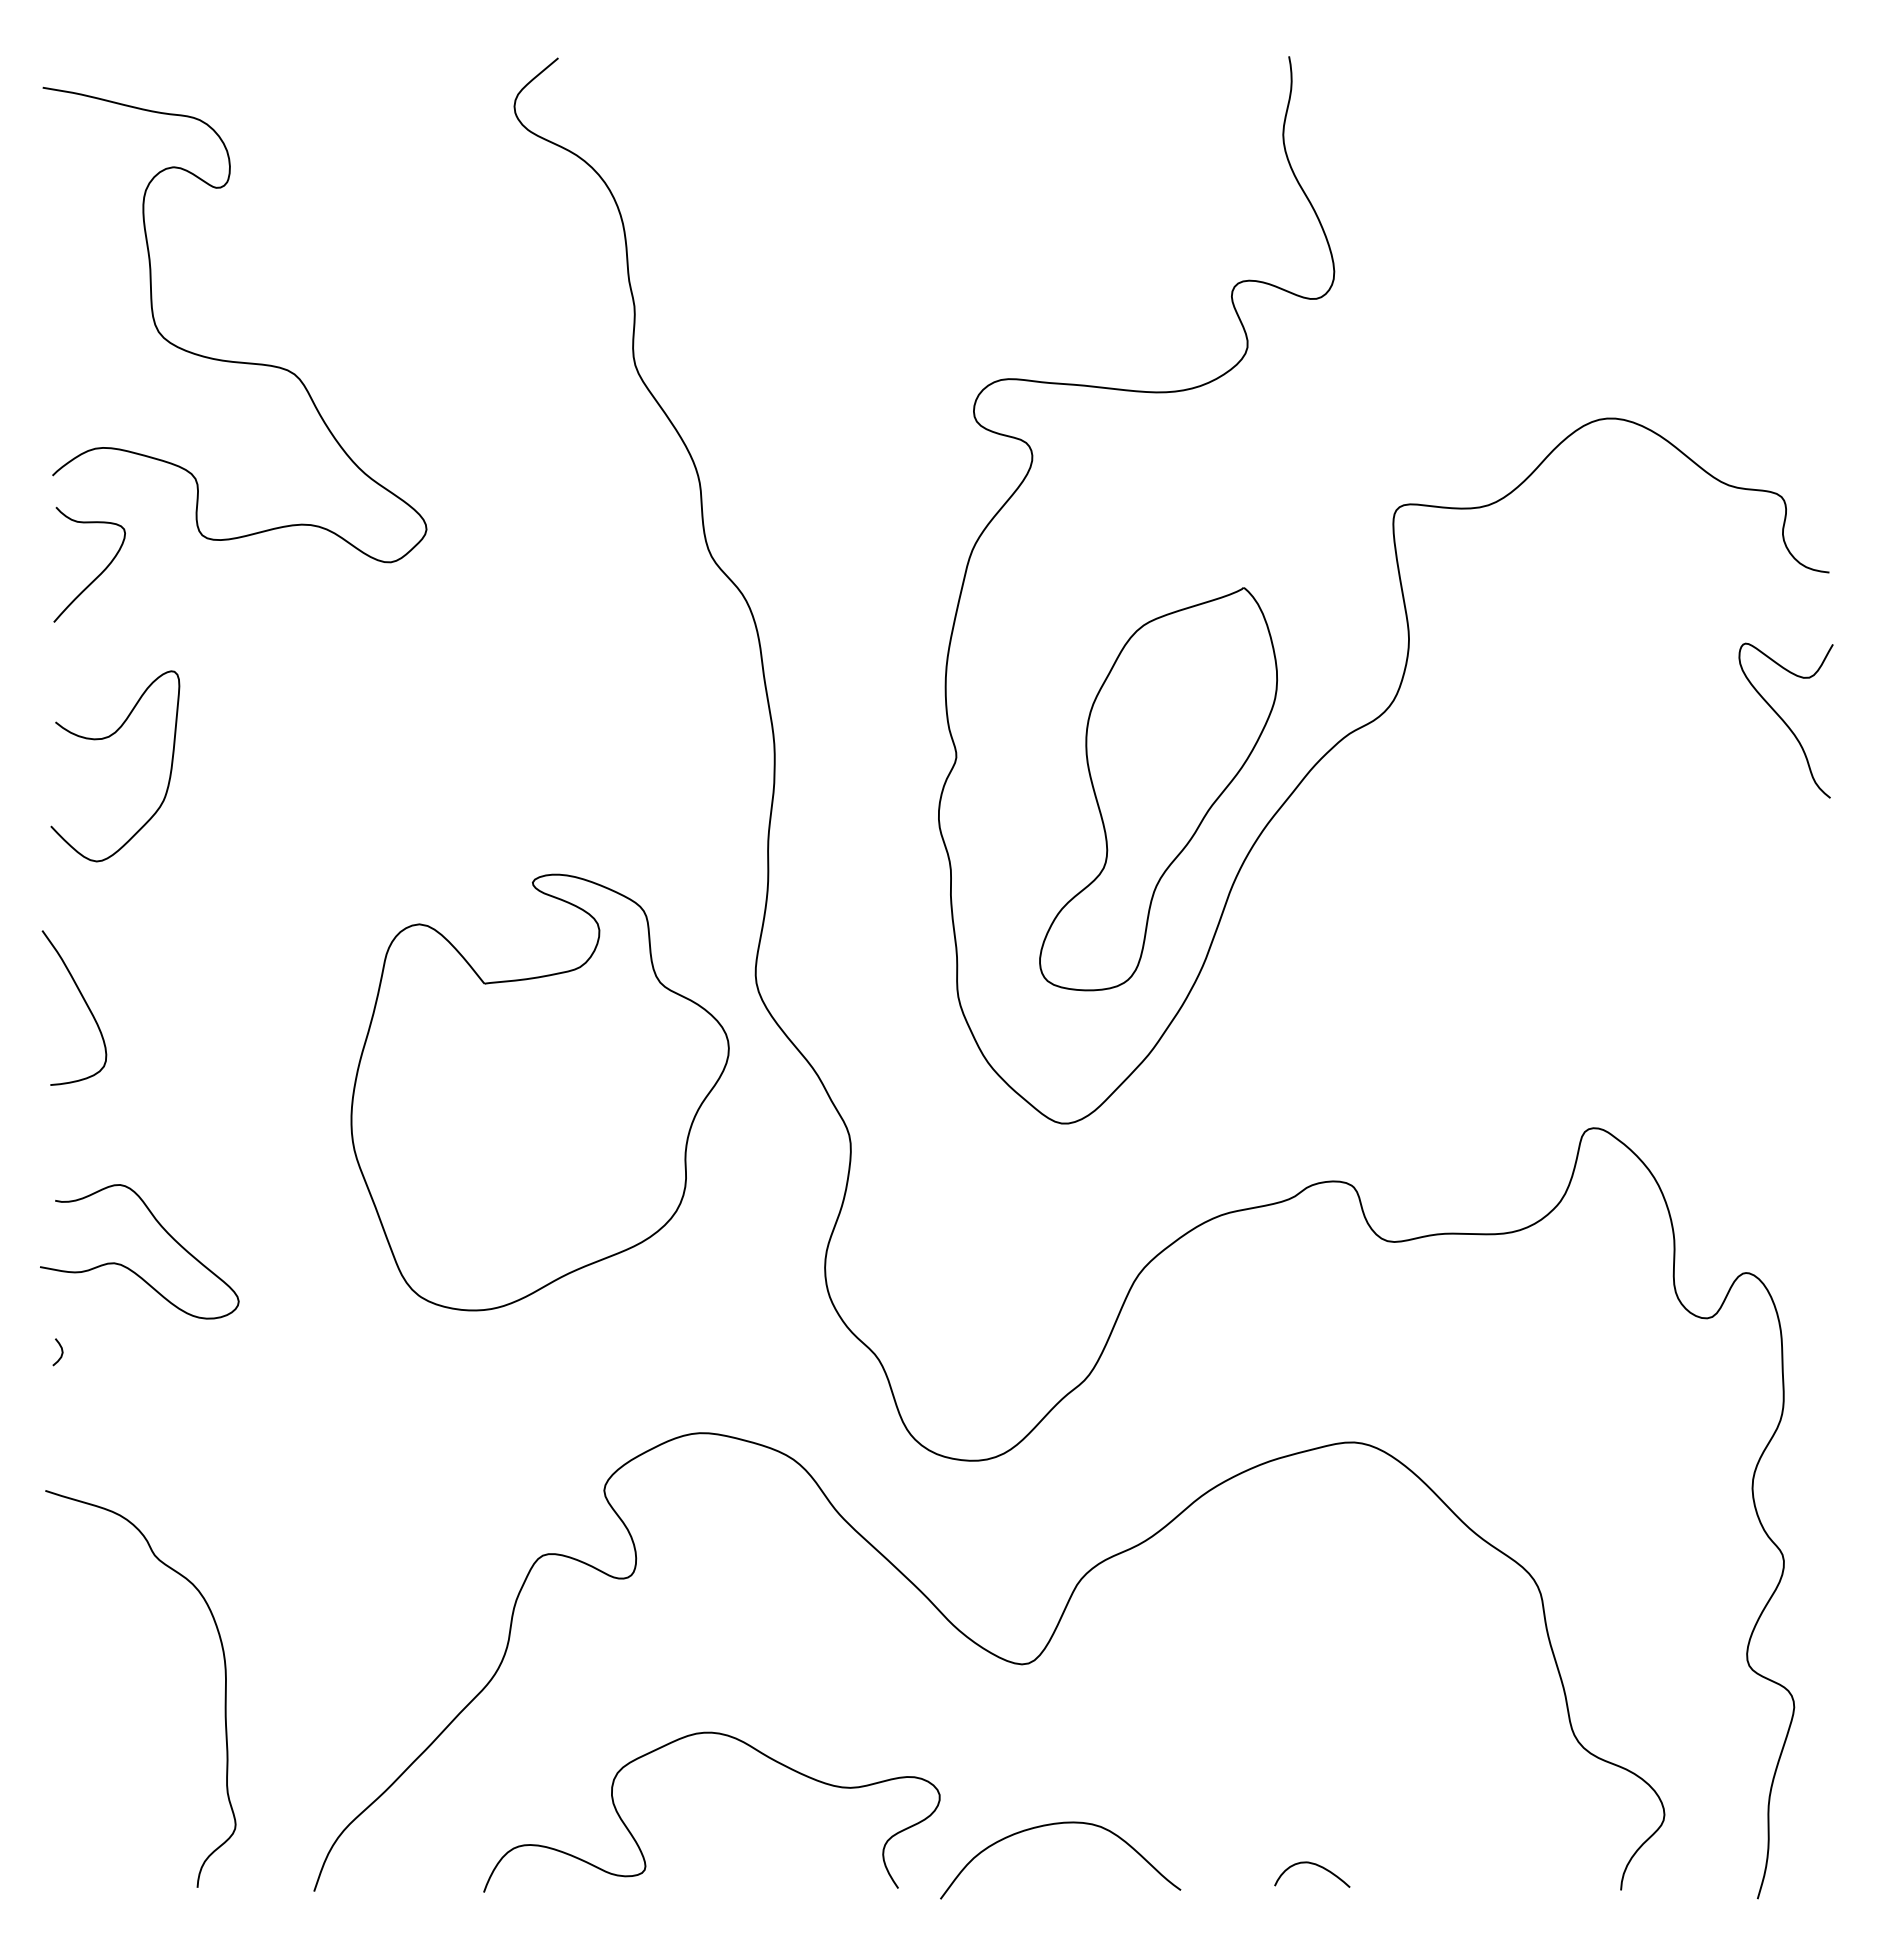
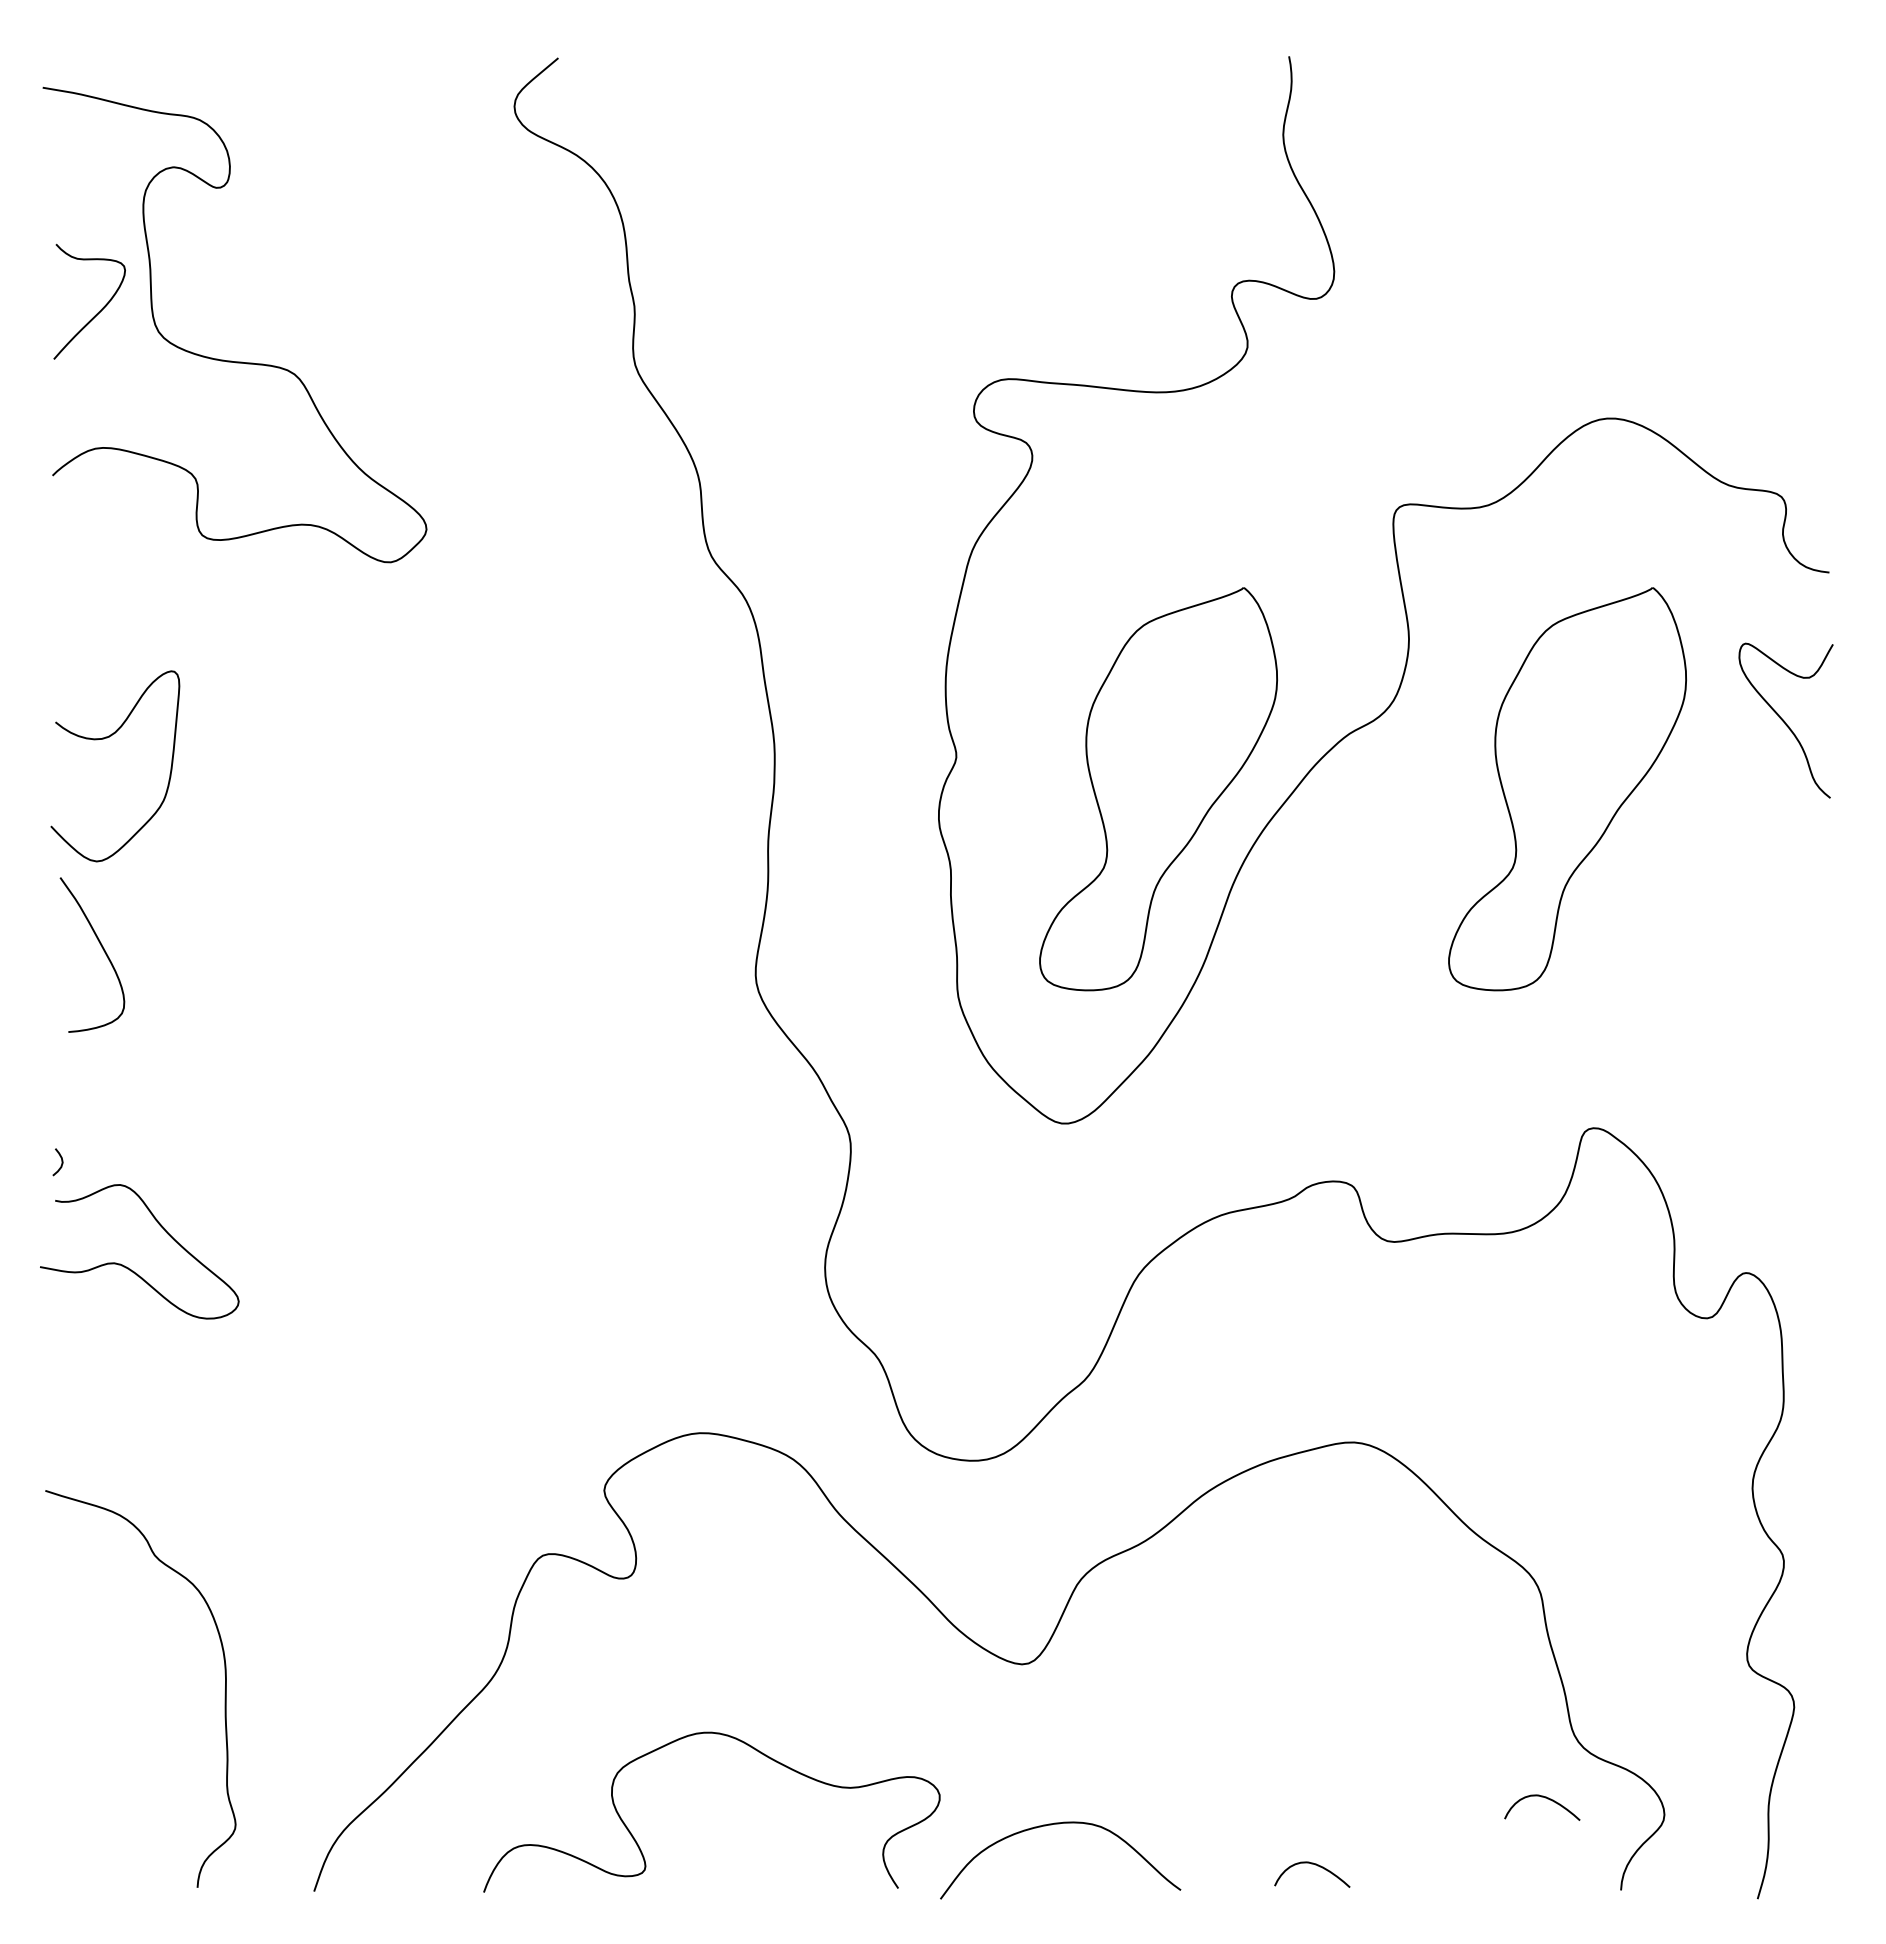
curve at (97, 575) position: (97, 575) -> (97, 312)
part at (1567, 789): none -> present
curve at (84, 1002) position: (84, 1002) -> (102, 949)
part at (539, 1092): present -> none
curve at (61, 1352) position: (61, 1352) -> (61, 1162)
curve at (1547, 1799): none -> present
